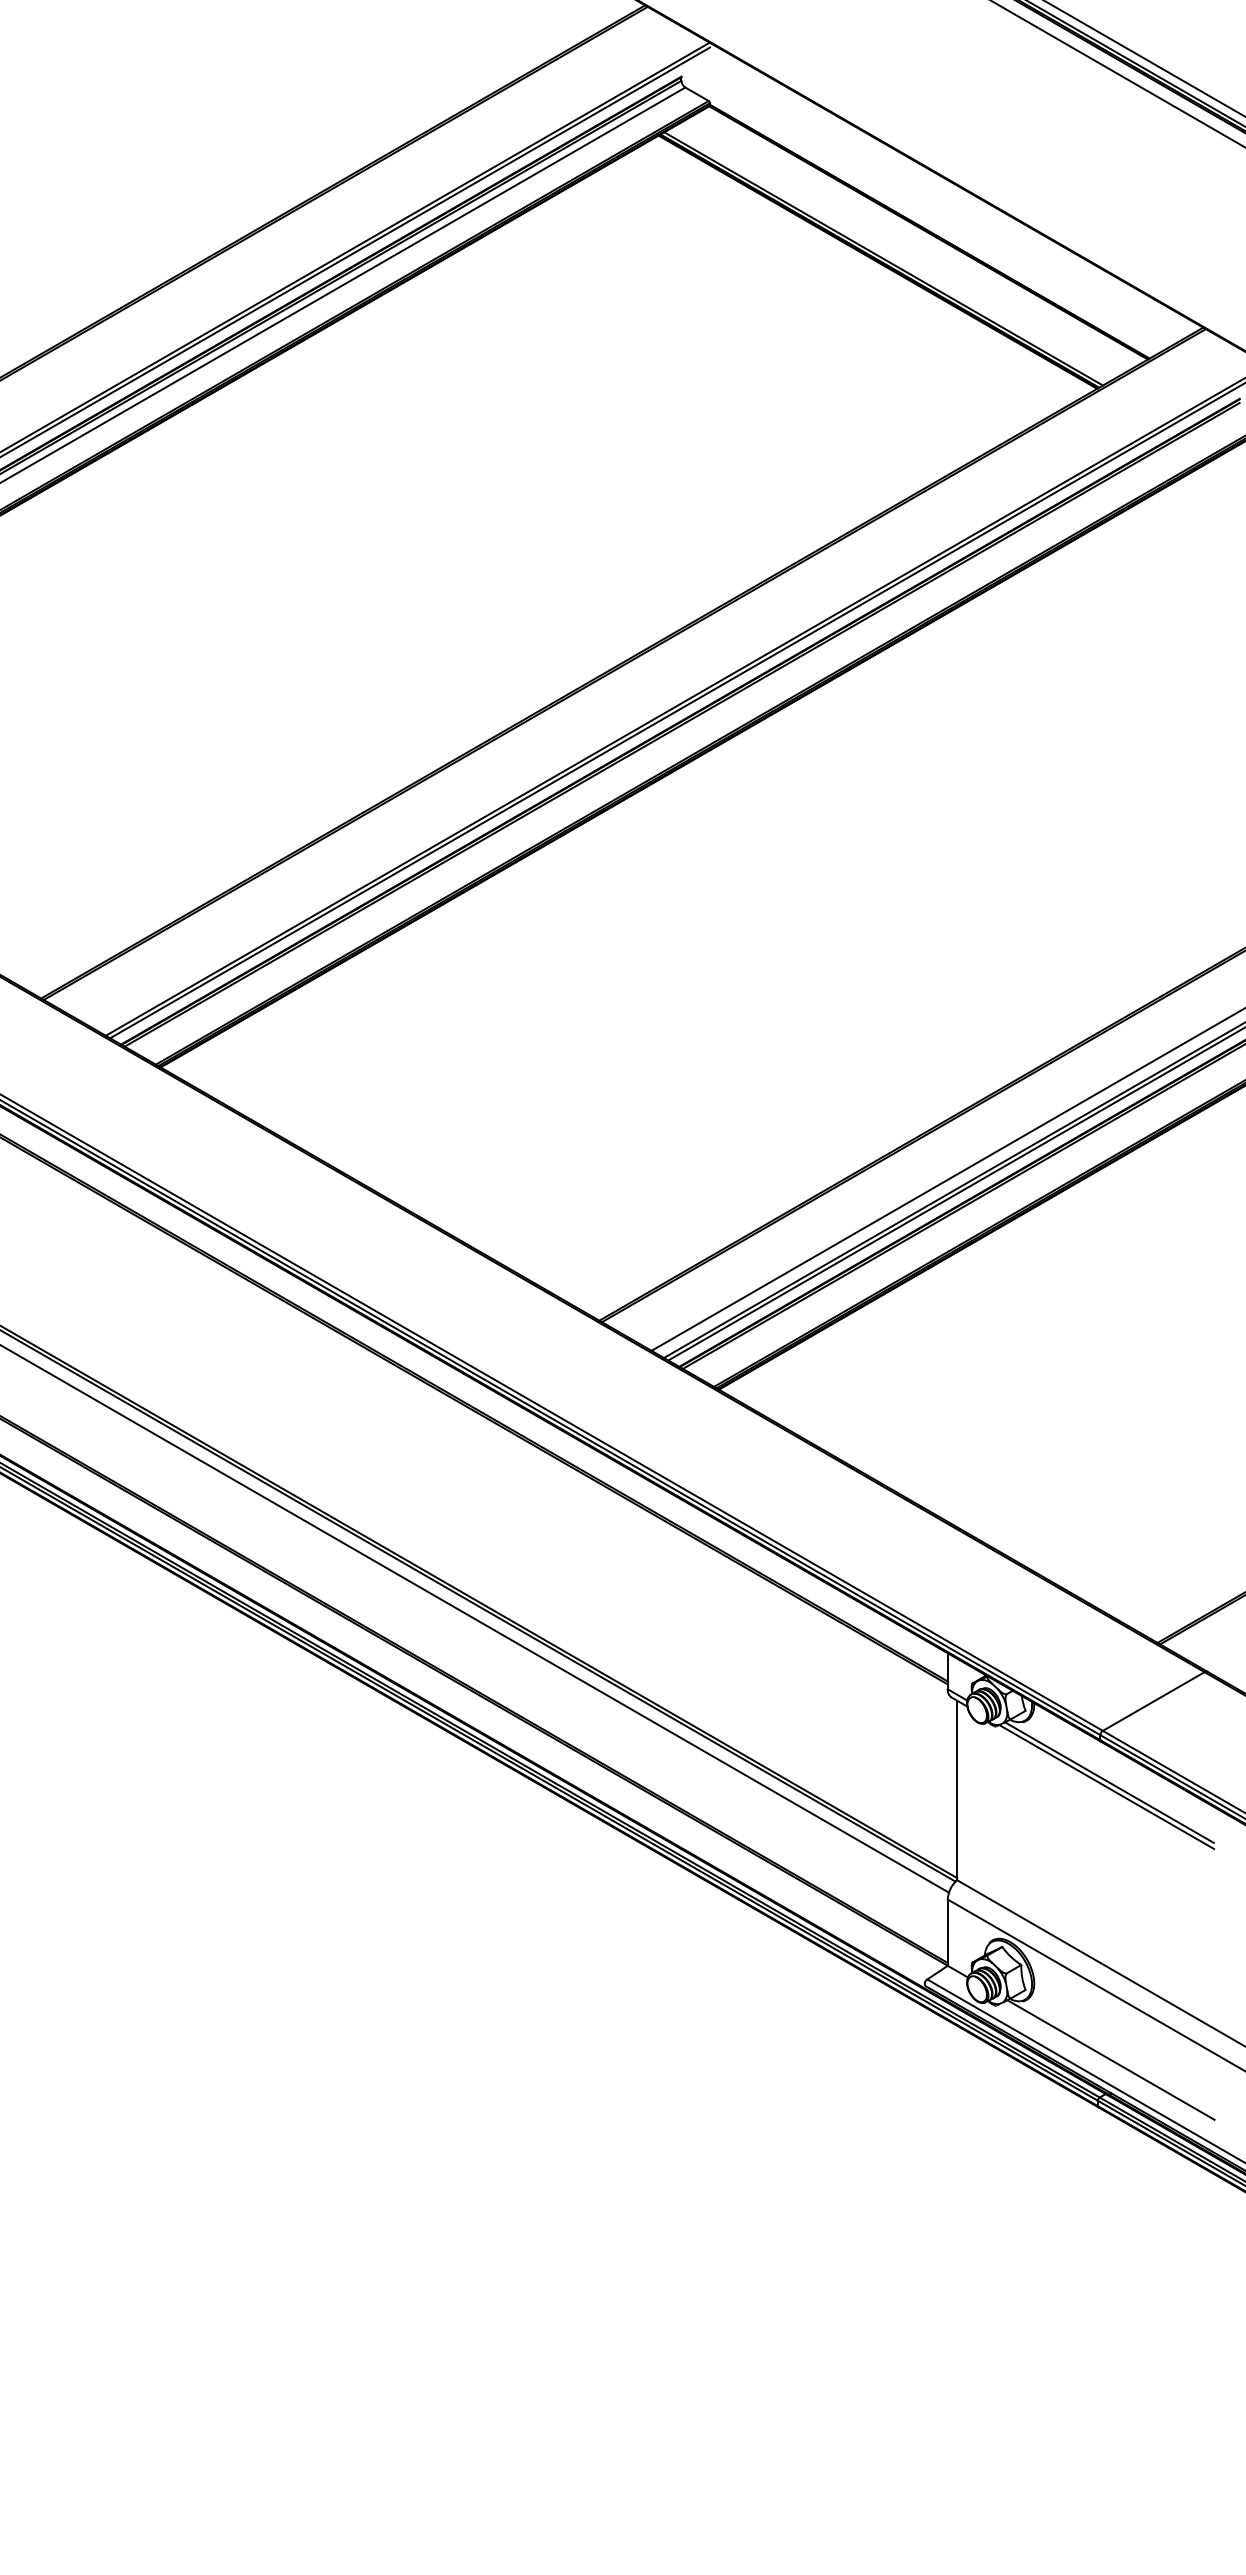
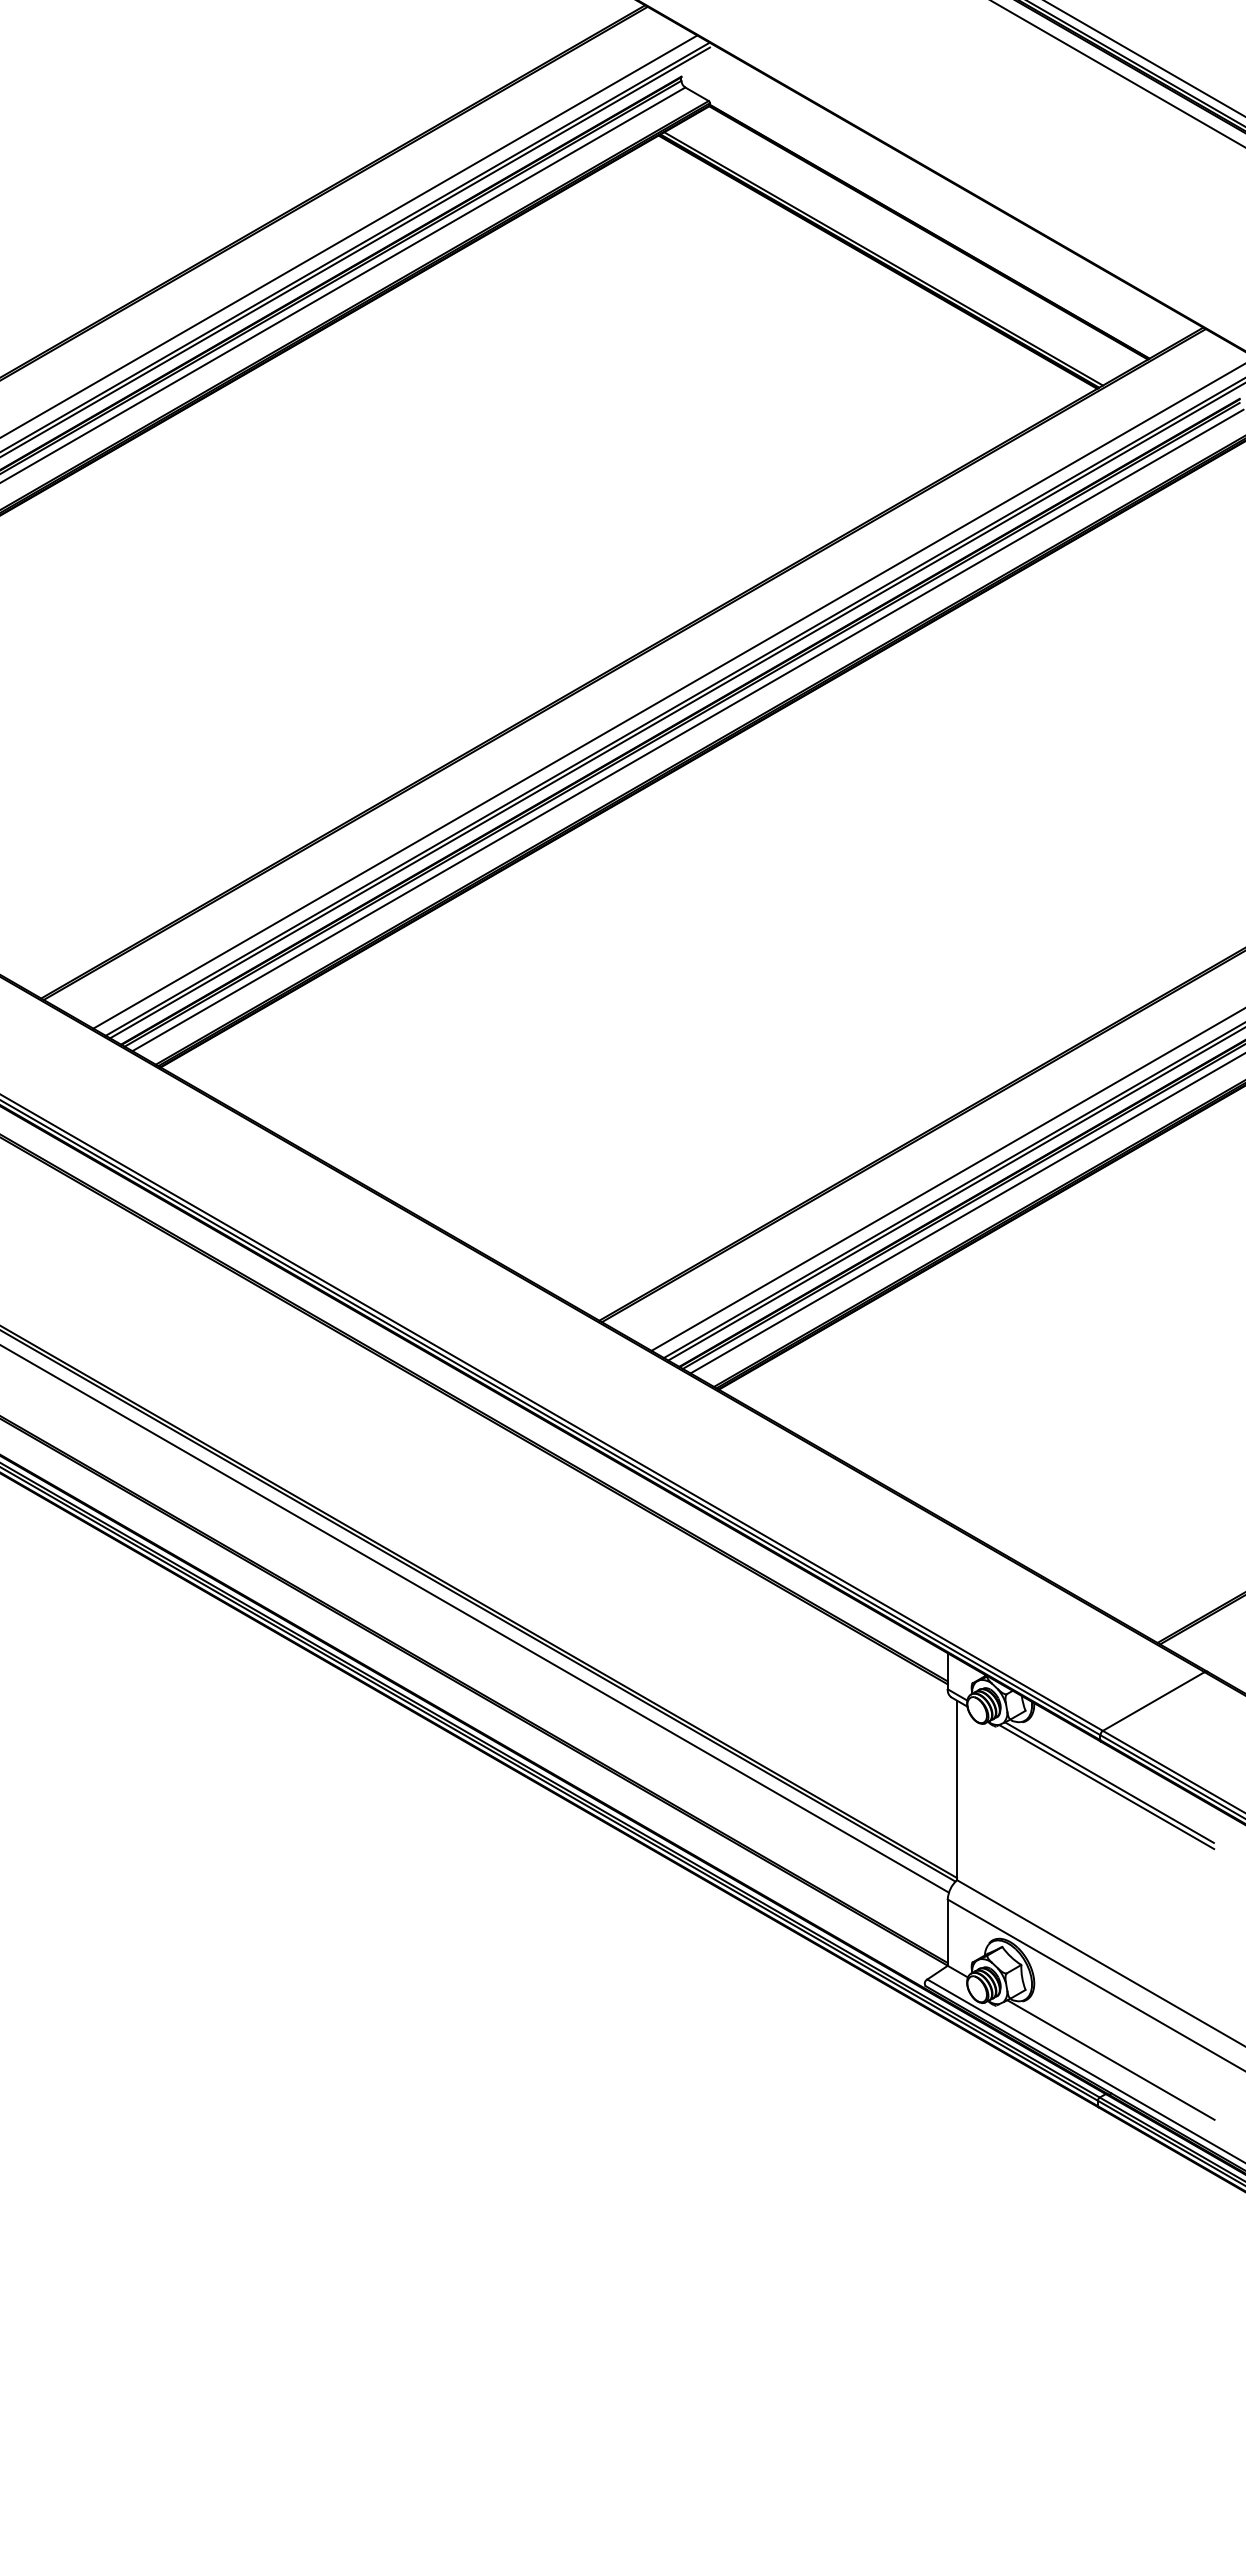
line at (349, 235): none -> present
line at (667, 696): none -> present
line at (687, 730): none -> present
line at (966, 1213): none -> present
